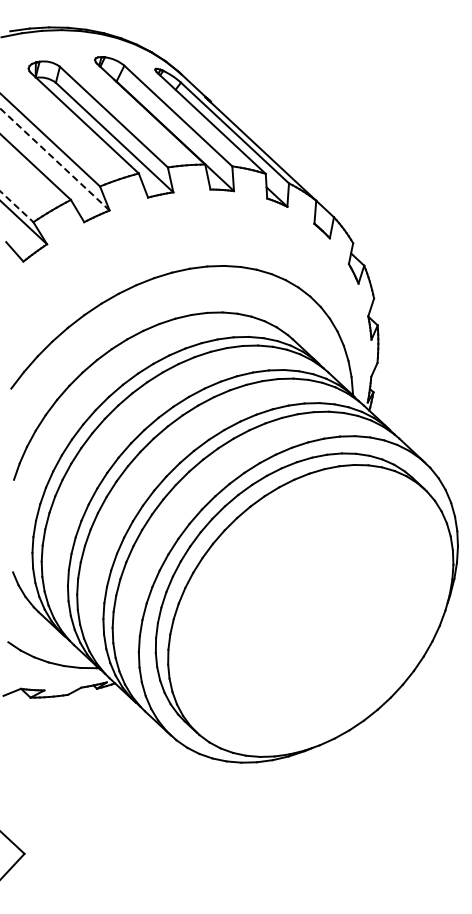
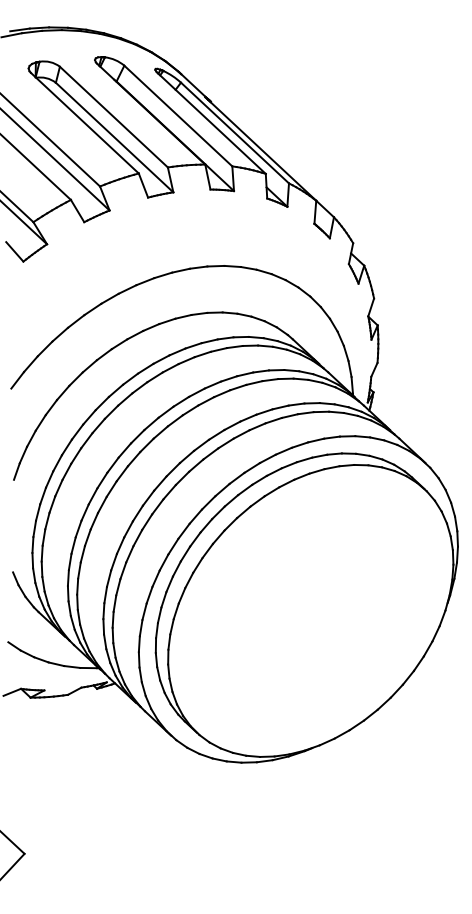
line at (54, 159): dashed -> solid
line at (17, 207): dashed -> solid
